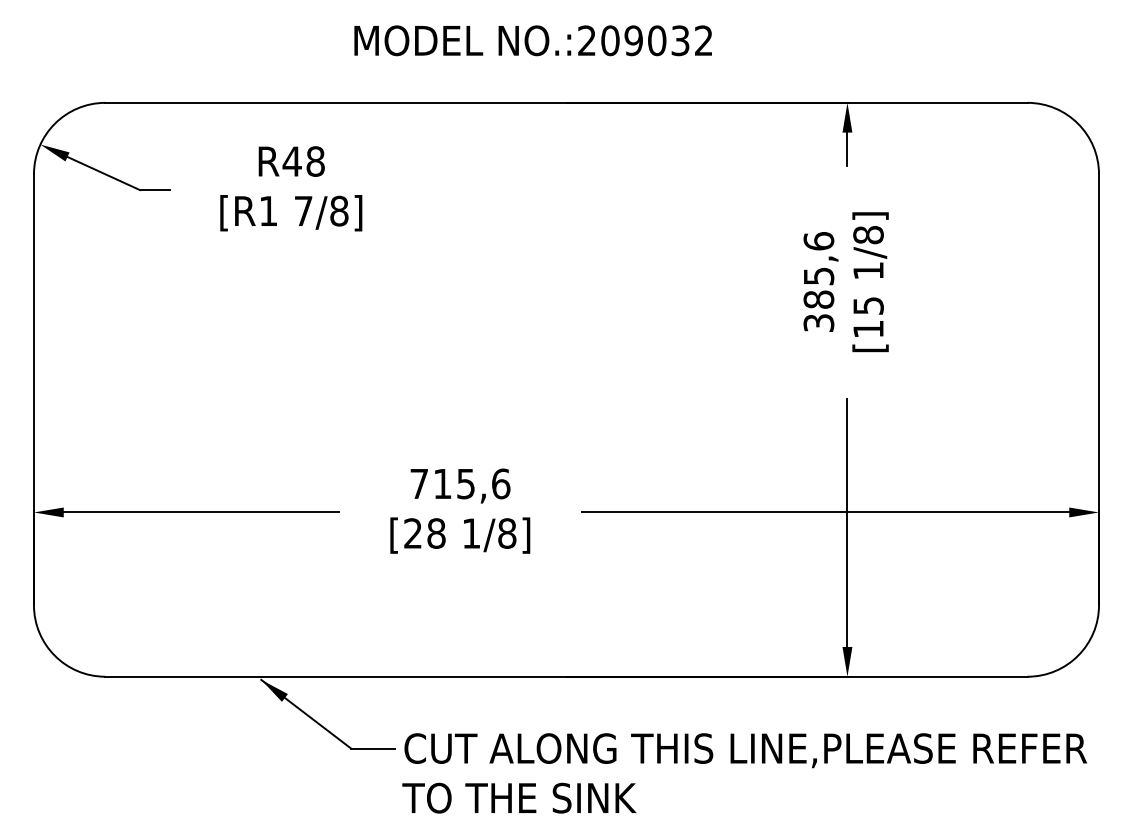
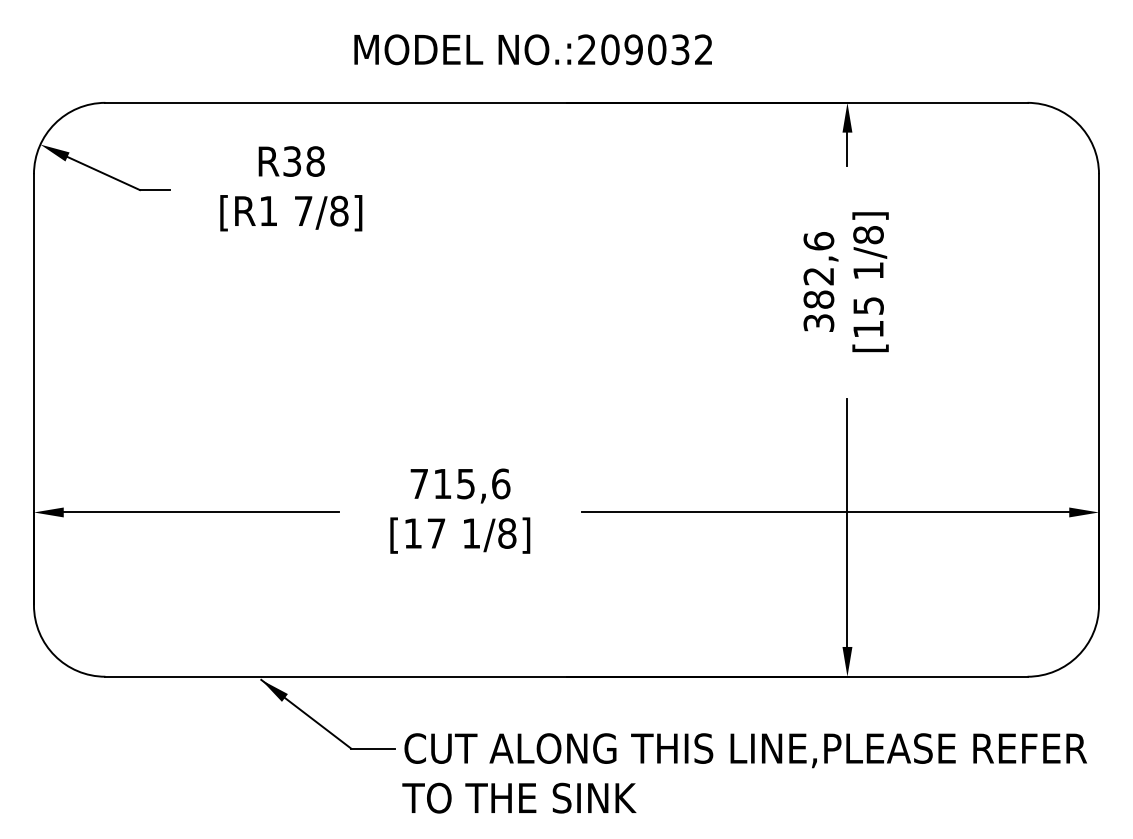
text at (532, 40) position: (532, 40) -> (532, 49)
text at (291, 161): R48 -> R38
text at (818, 276): 385,6 -> 382,6
text at (424, 533): [28 -> [17
